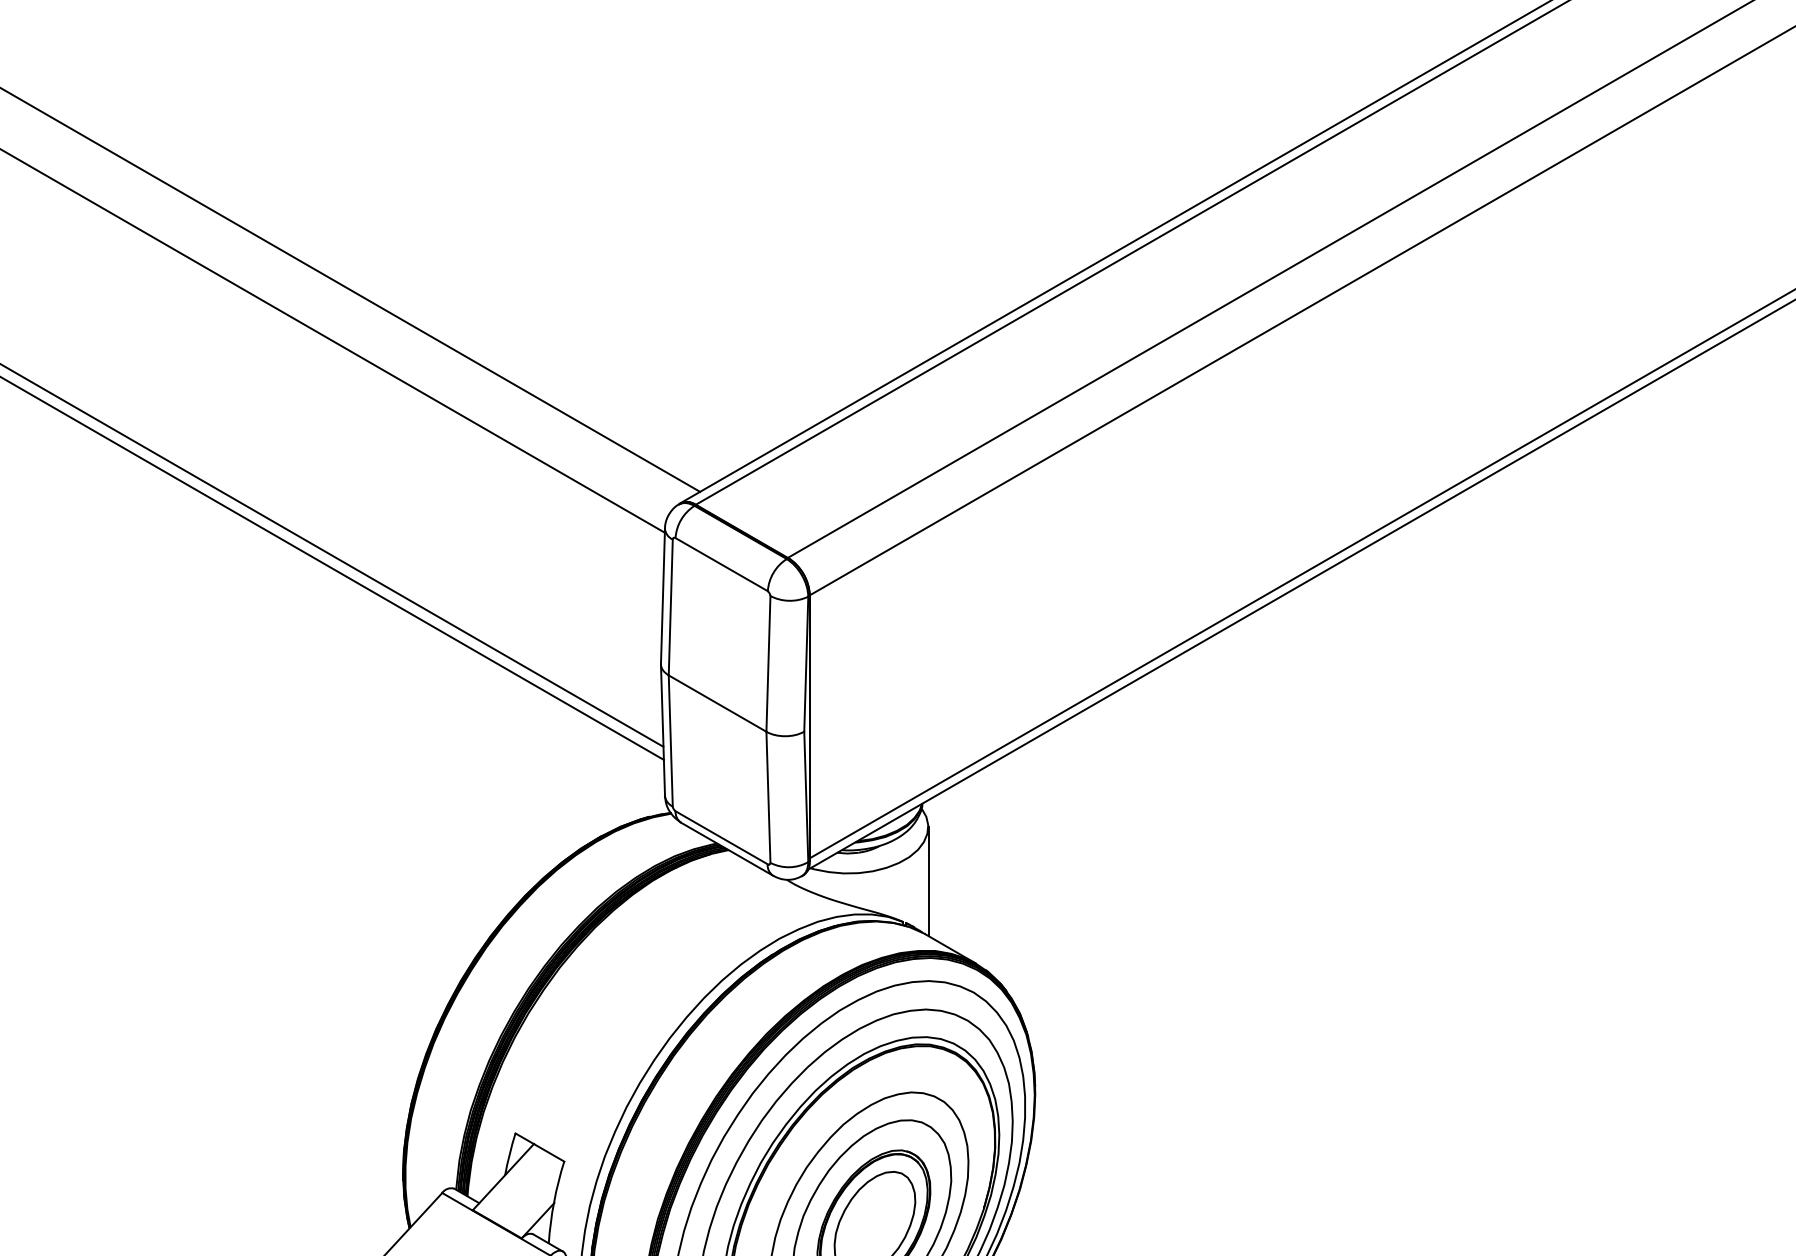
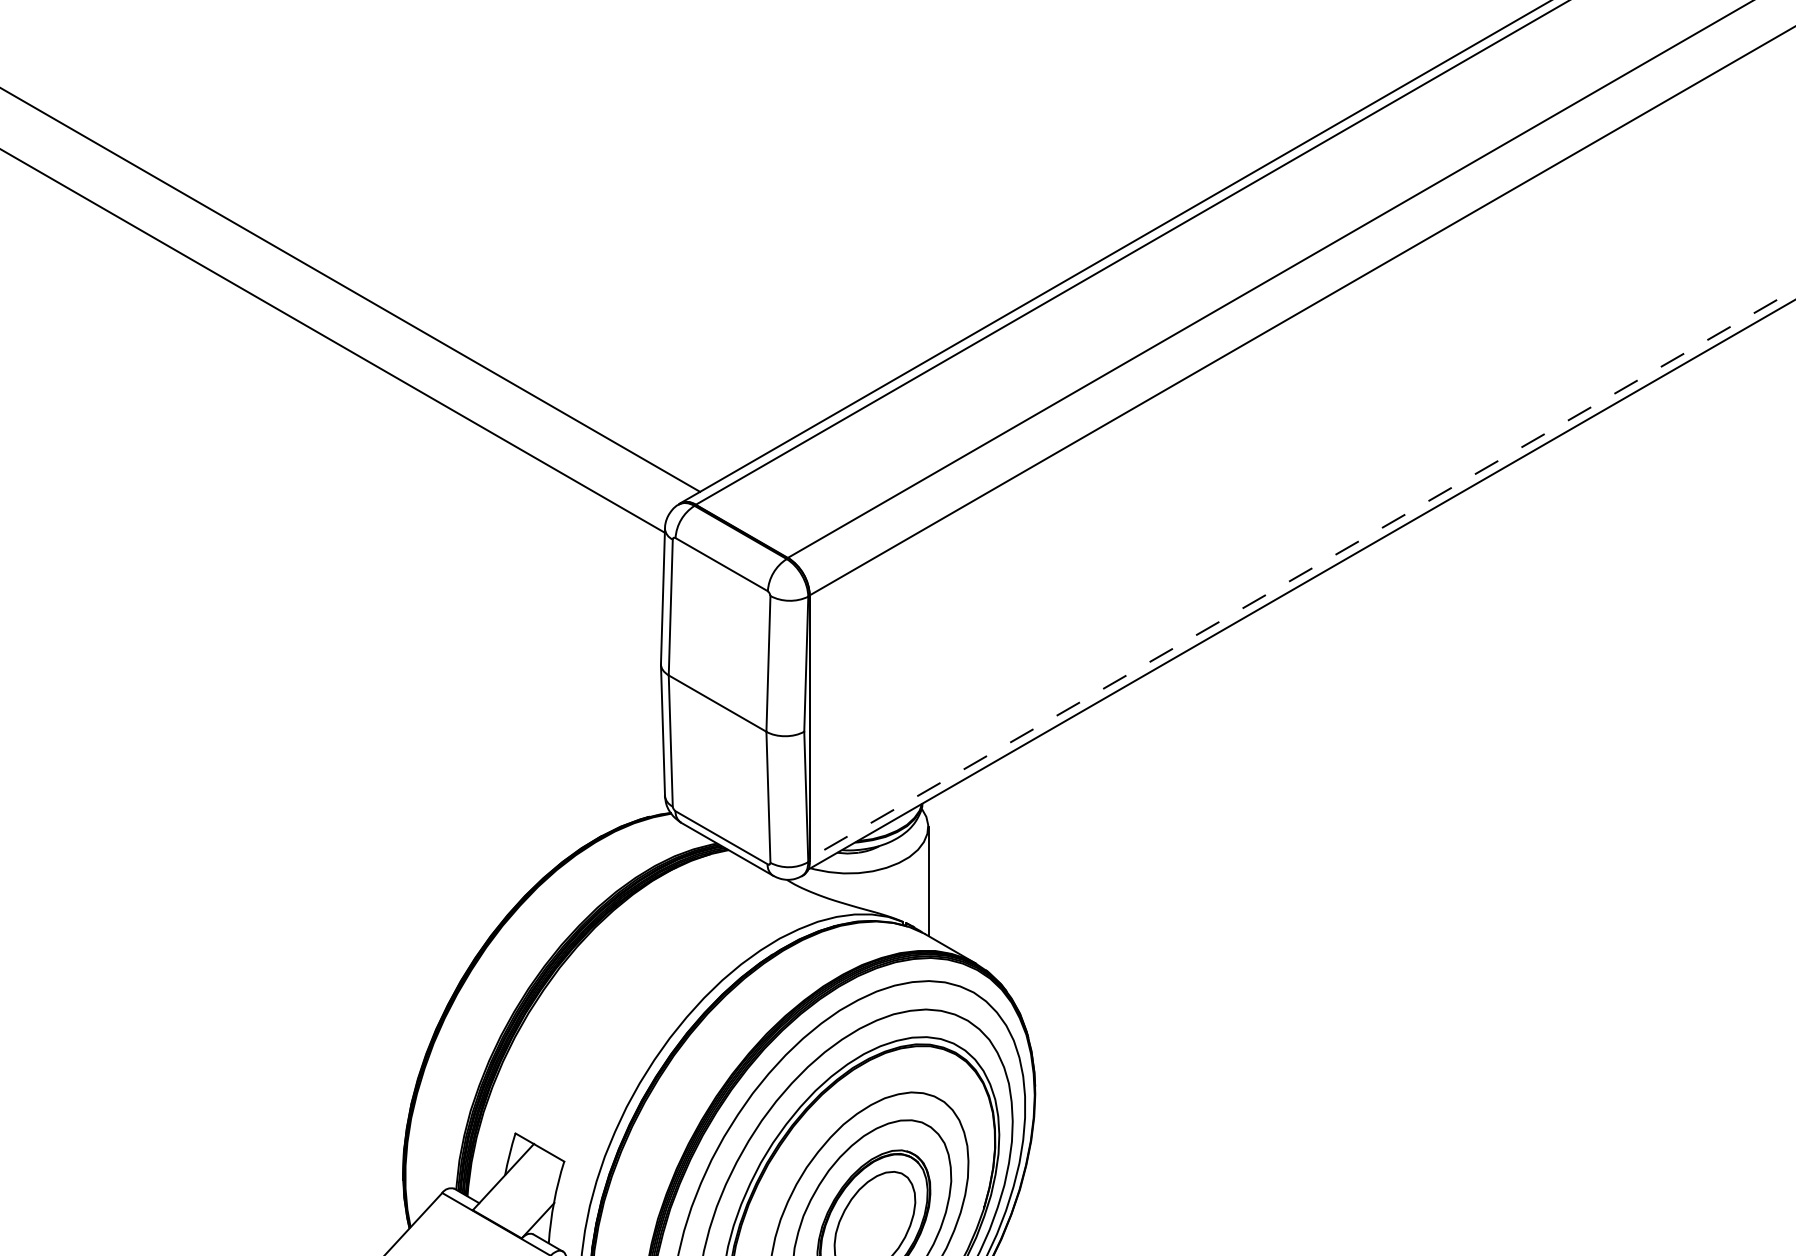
line at (332, 555): present -> none
line at (332, 568): present -> none
line at (1302, 573): solid -> dashed
